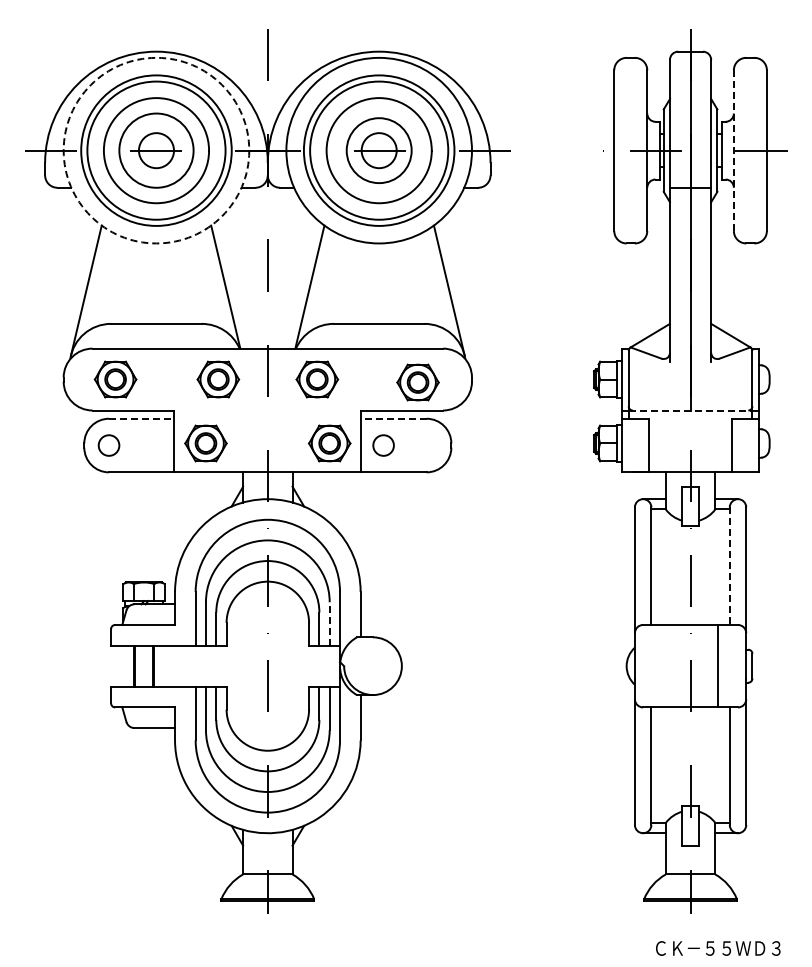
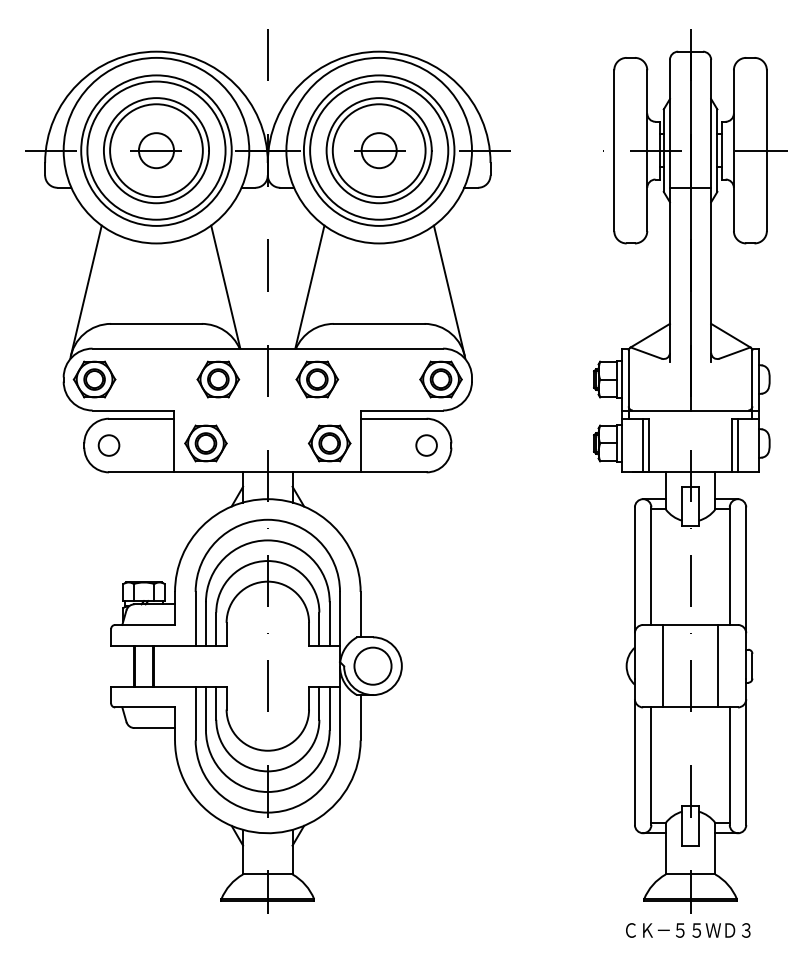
circle at (156, 150) diameter: 74 px -> 93 px
circle at (156, 150): dashed -> solid
circle at (378, 150) diameter: 65 px -> 93 px
line at (733, 150): dashed -> solid
part at (115, 379) position: (115, 379) -> (94, 379)
part at (417, 382) position: (417, 382) -> (440, 379)
line at (690, 410): dashed -> solid
line at (141, 418): dashed -> solid
line at (394, 418): dashed -> solid
circle at (383, 445) position: (383, 445) -> (426, 445)
line at (642, 445): none -> present
line at (738, 445): none -> present
line at (729, 566): dashed -> solid
line at (329, 623): dashed -> solid
circle at (372, 665): none -> present
line at (662, 665): none -> present
text at (718, 948) position: (718, 948) -> (688, 930)
